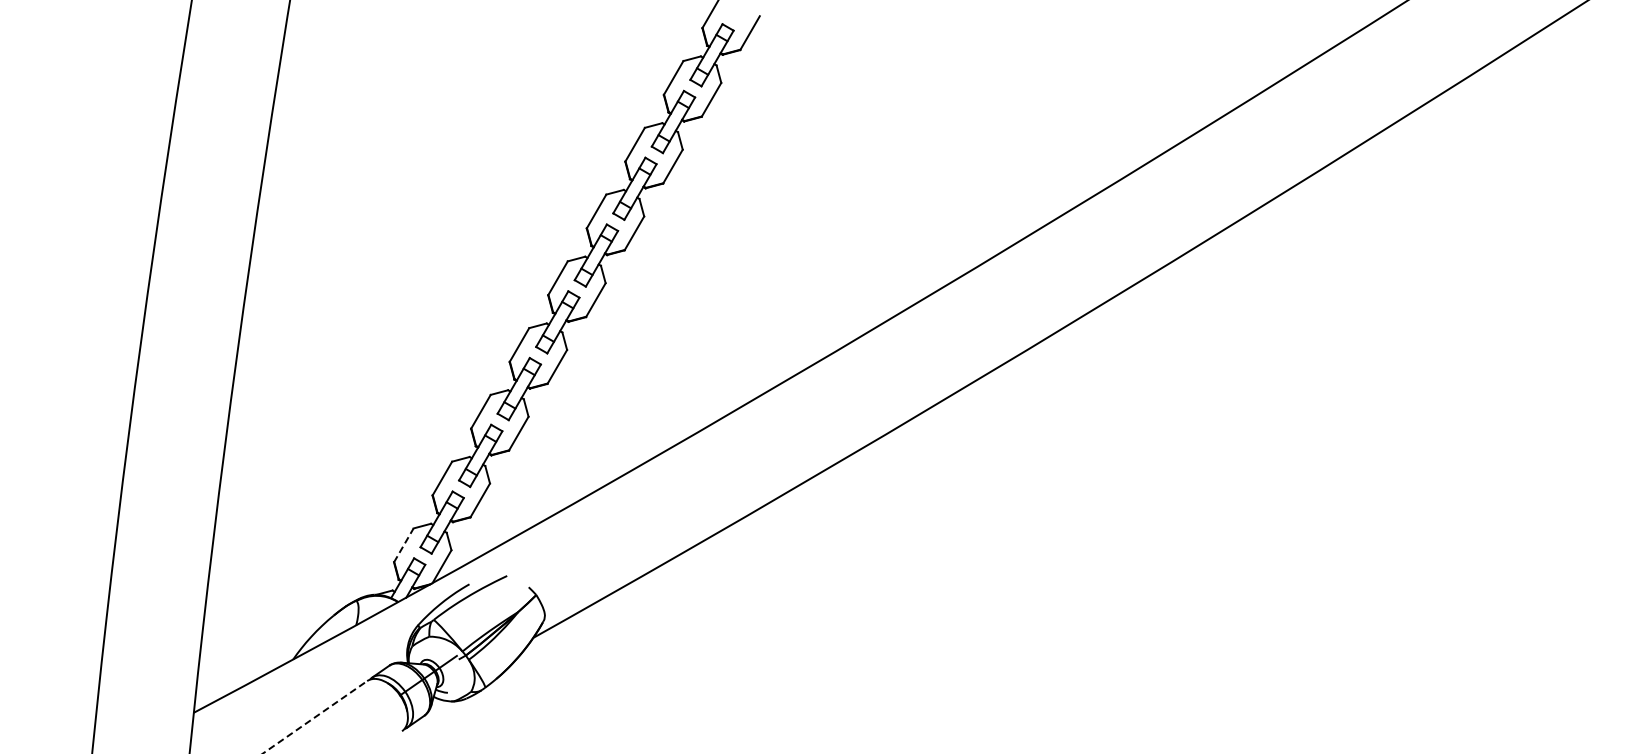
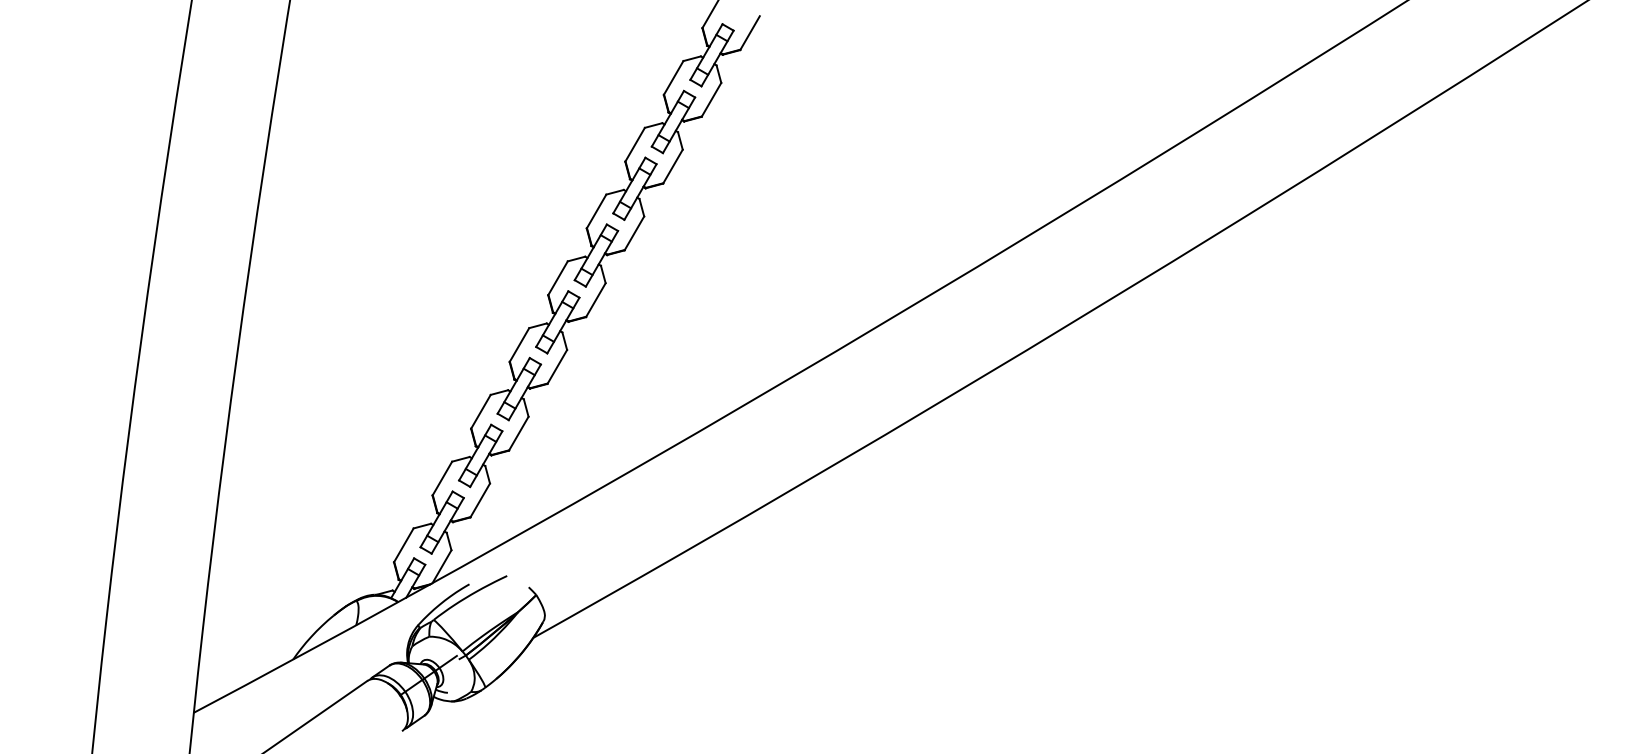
line at (403, 545): dashed -> solid
line at (315, 717): dashed -> solid
